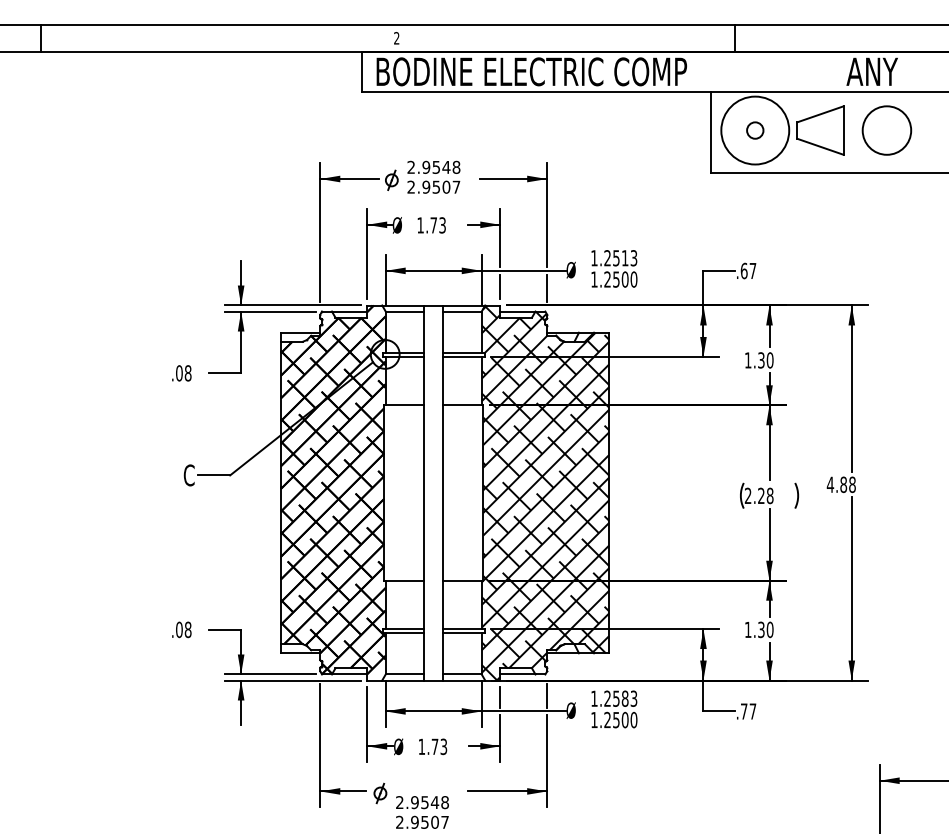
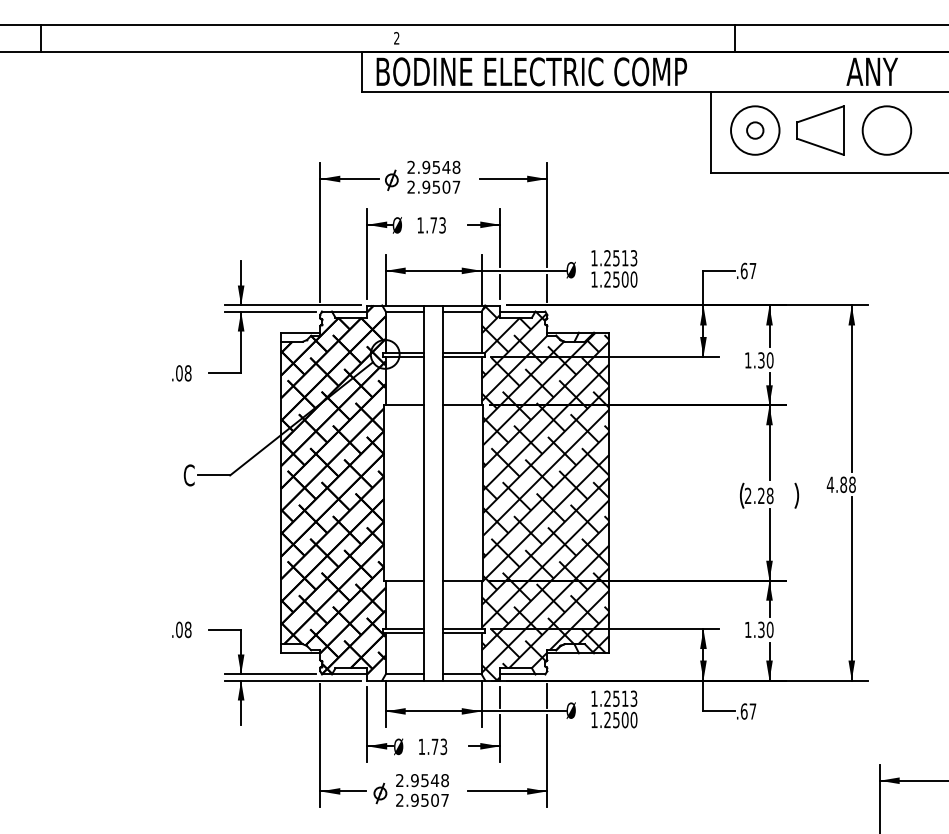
circle at (755, 130) diameter: 68 px -> 48 px
text at (624, 698): 1.2583 -> 1.2513
text at (743, 711): .77 -> .67
text at (422, 812) position: (422, 812) -> (422, 790)
